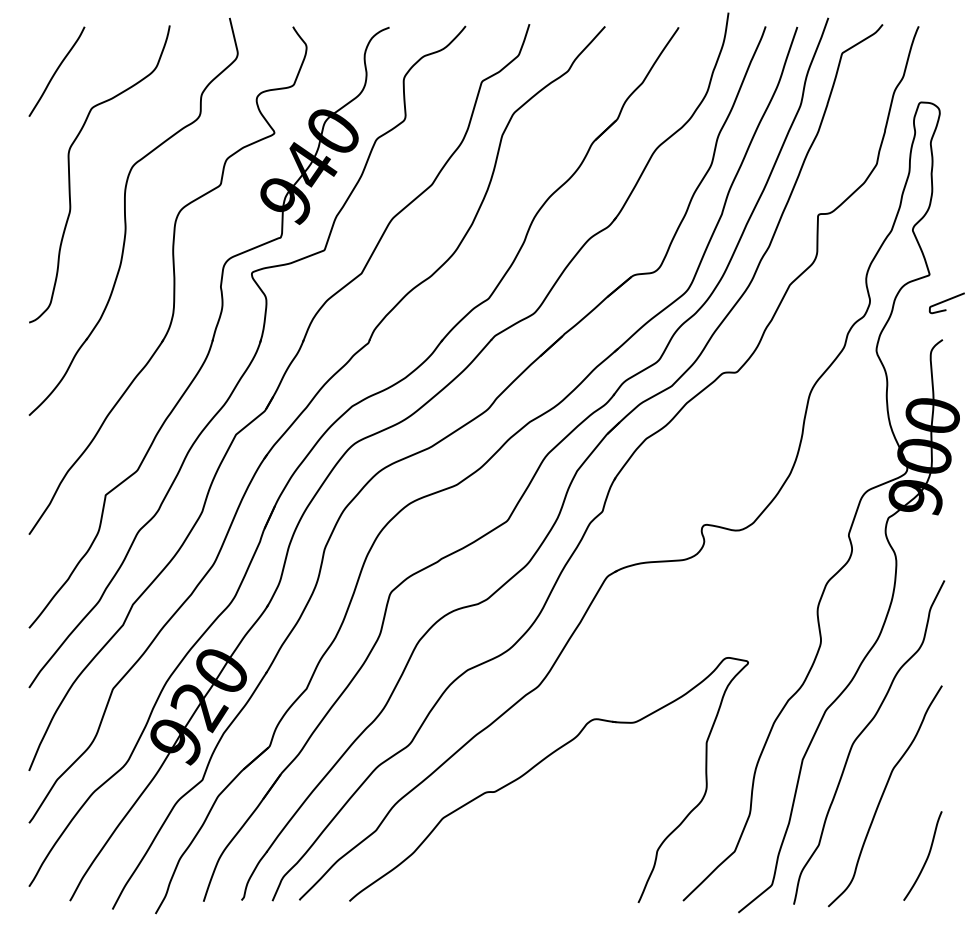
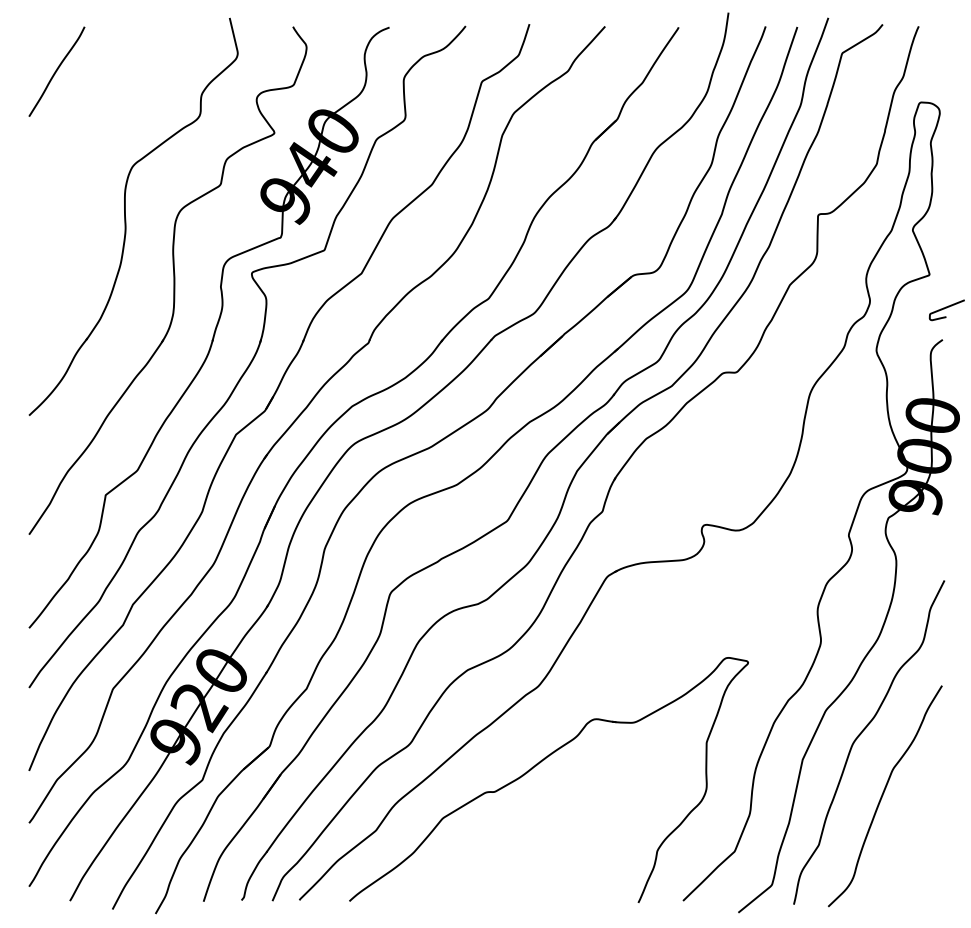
curve at (70, 176): present -> none
curve at (946, 301) position: (946, 301) -> (946, 308)
curve at (926, 857): present -> none
